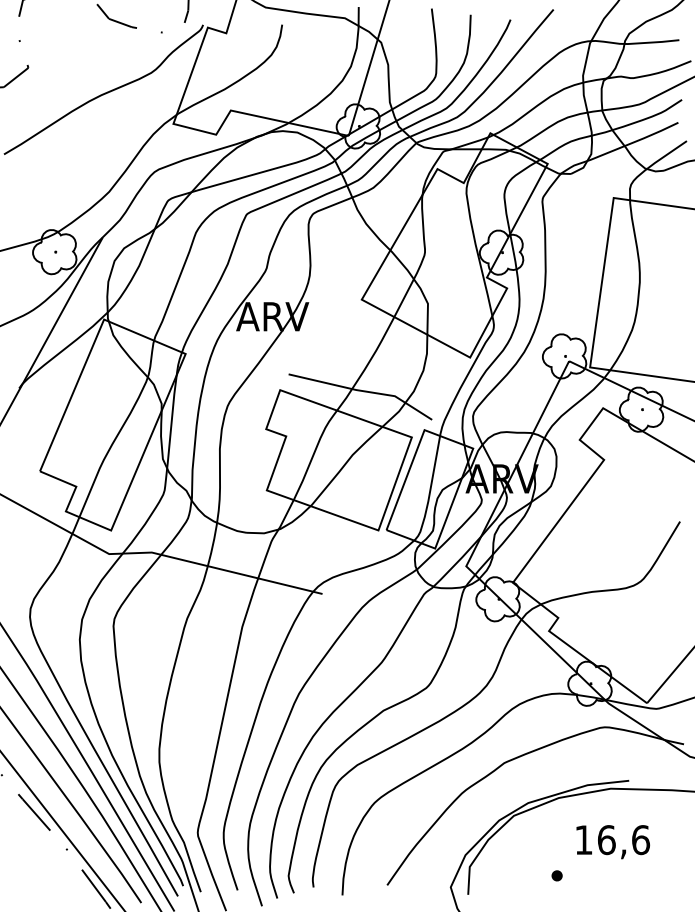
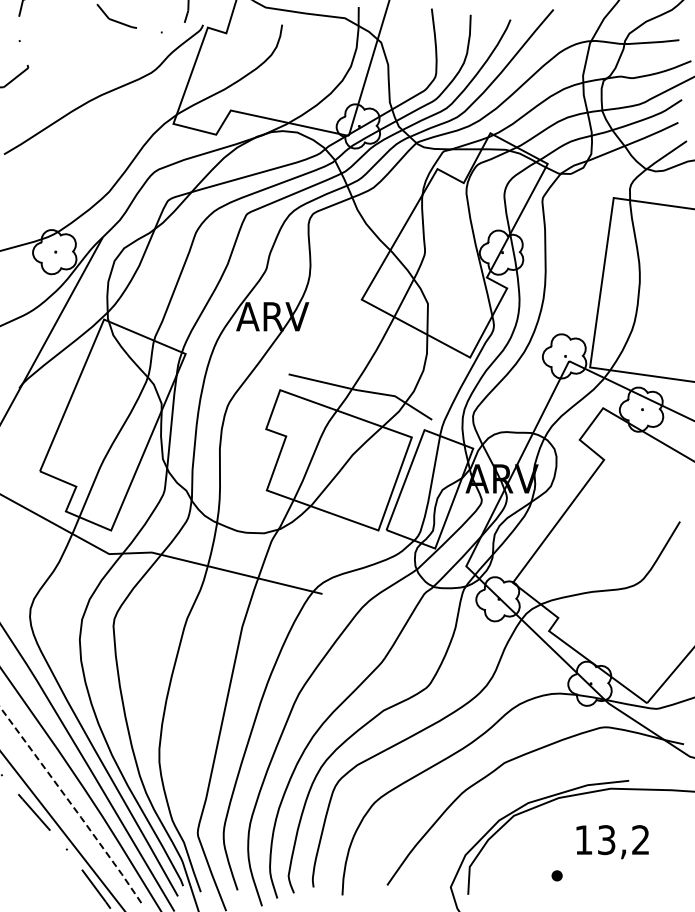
line at (72, 805): solid -> dashed
text at (624, 840): 16,6 -> 13,2
